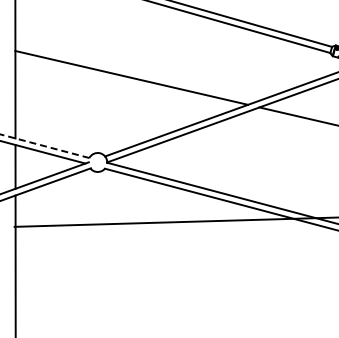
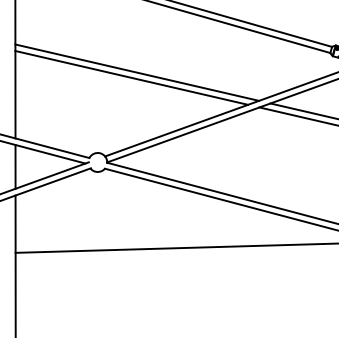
line at (137, 72): none -> present
line at (302, 110): none -> present
line at (44, 146): dashed -> solid
line at (174, 221) position: (174, 221) -> (175, 247)
